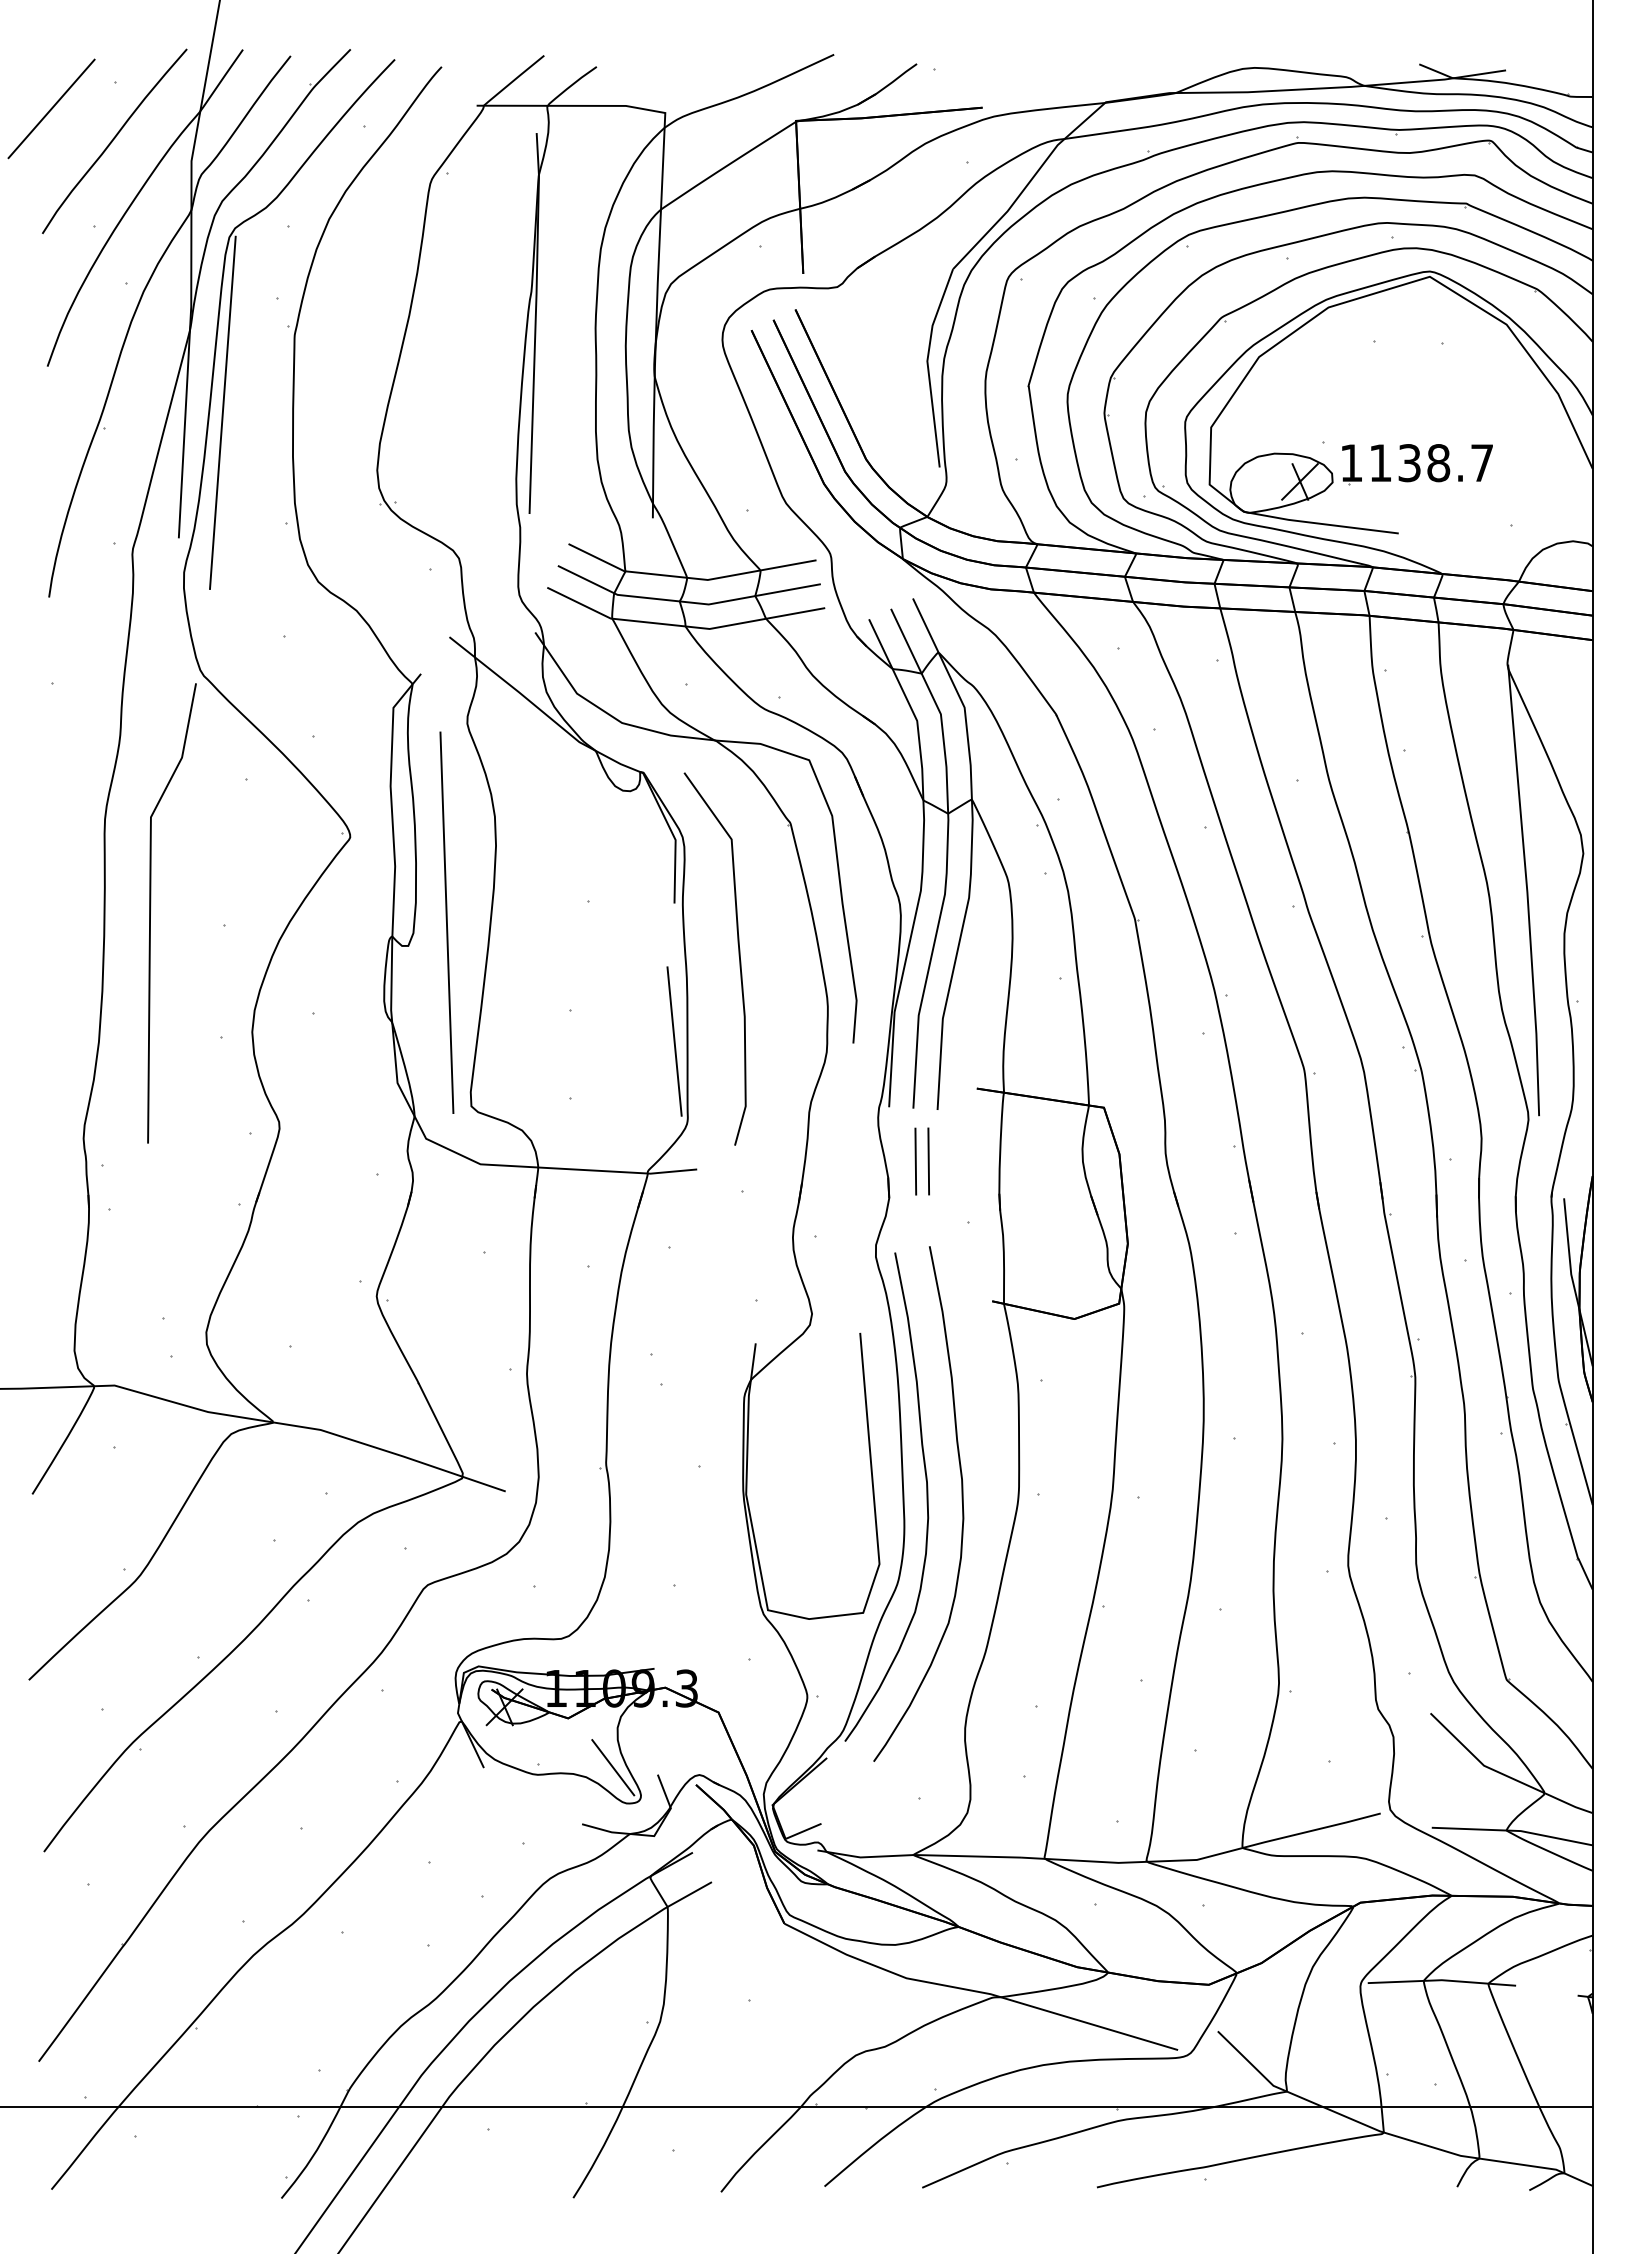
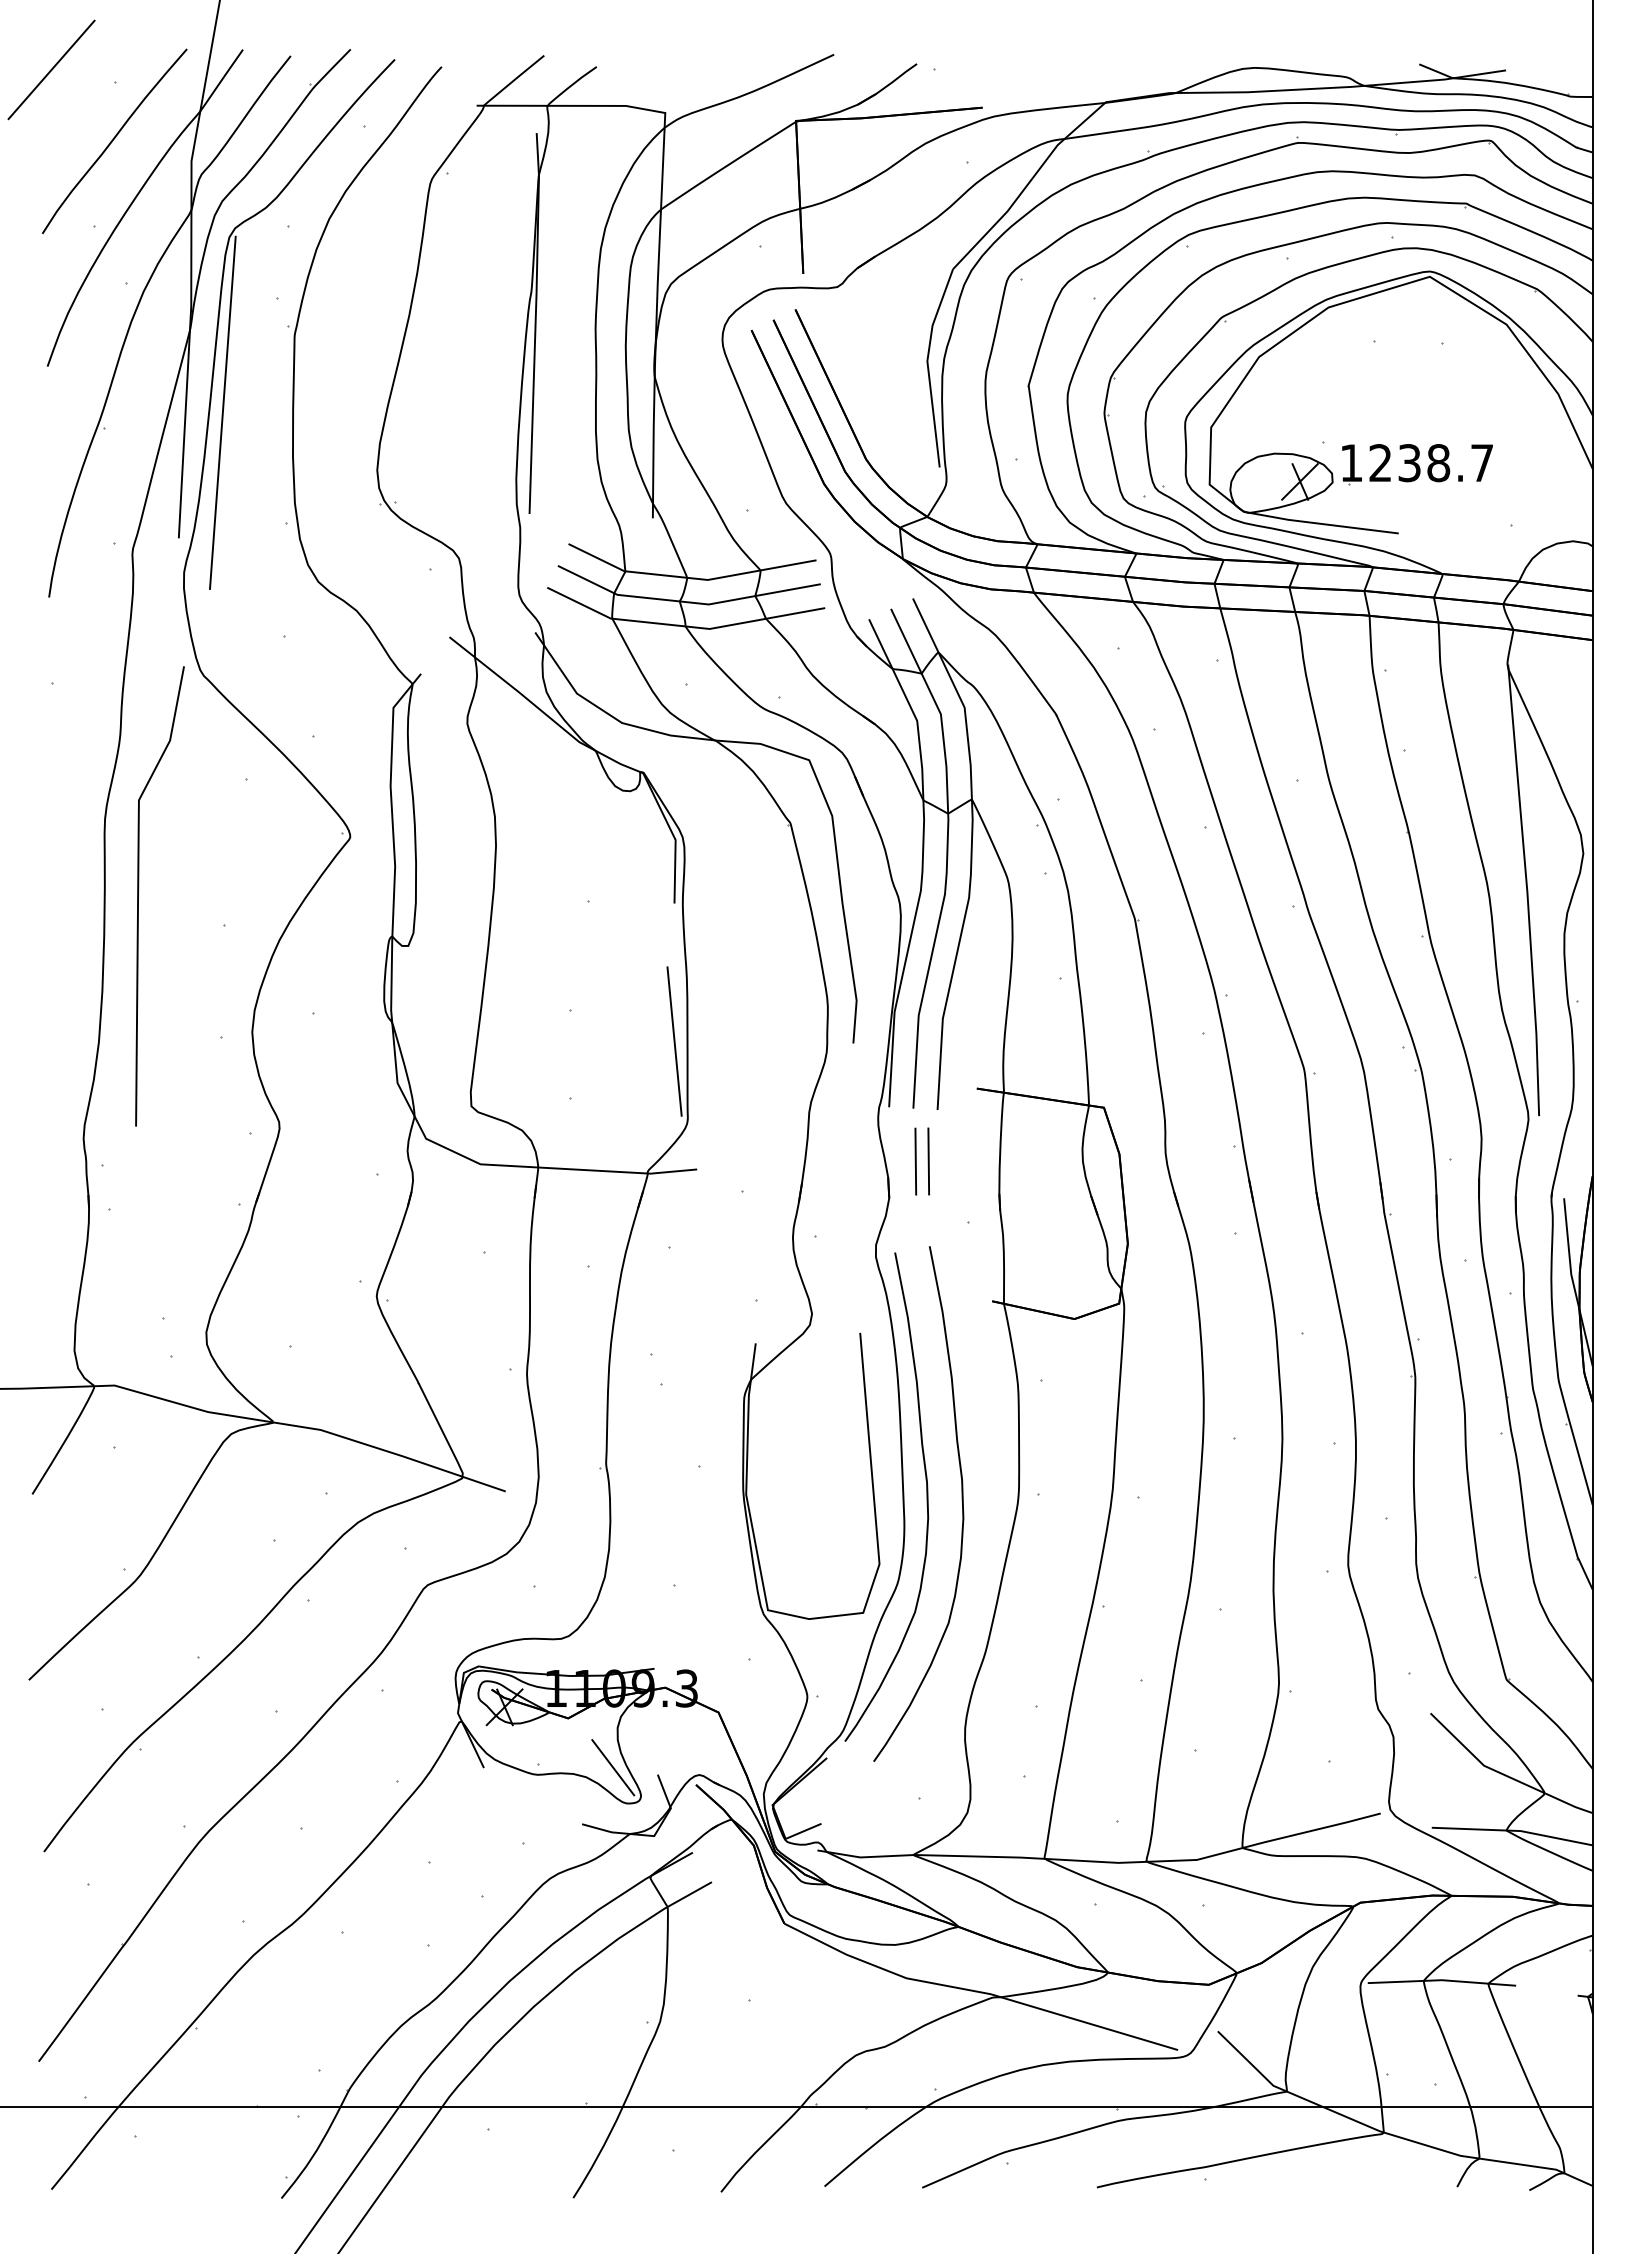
line at (51, 108) position: (51, 108) -> (51, 69)
text at (1379, 462): 1138.7 -> 1238.7
line at (150, 913) position: (150, 913) -> (138, 896)
line at (446, 922): present -> none
curve at (738, 956): present -> none
